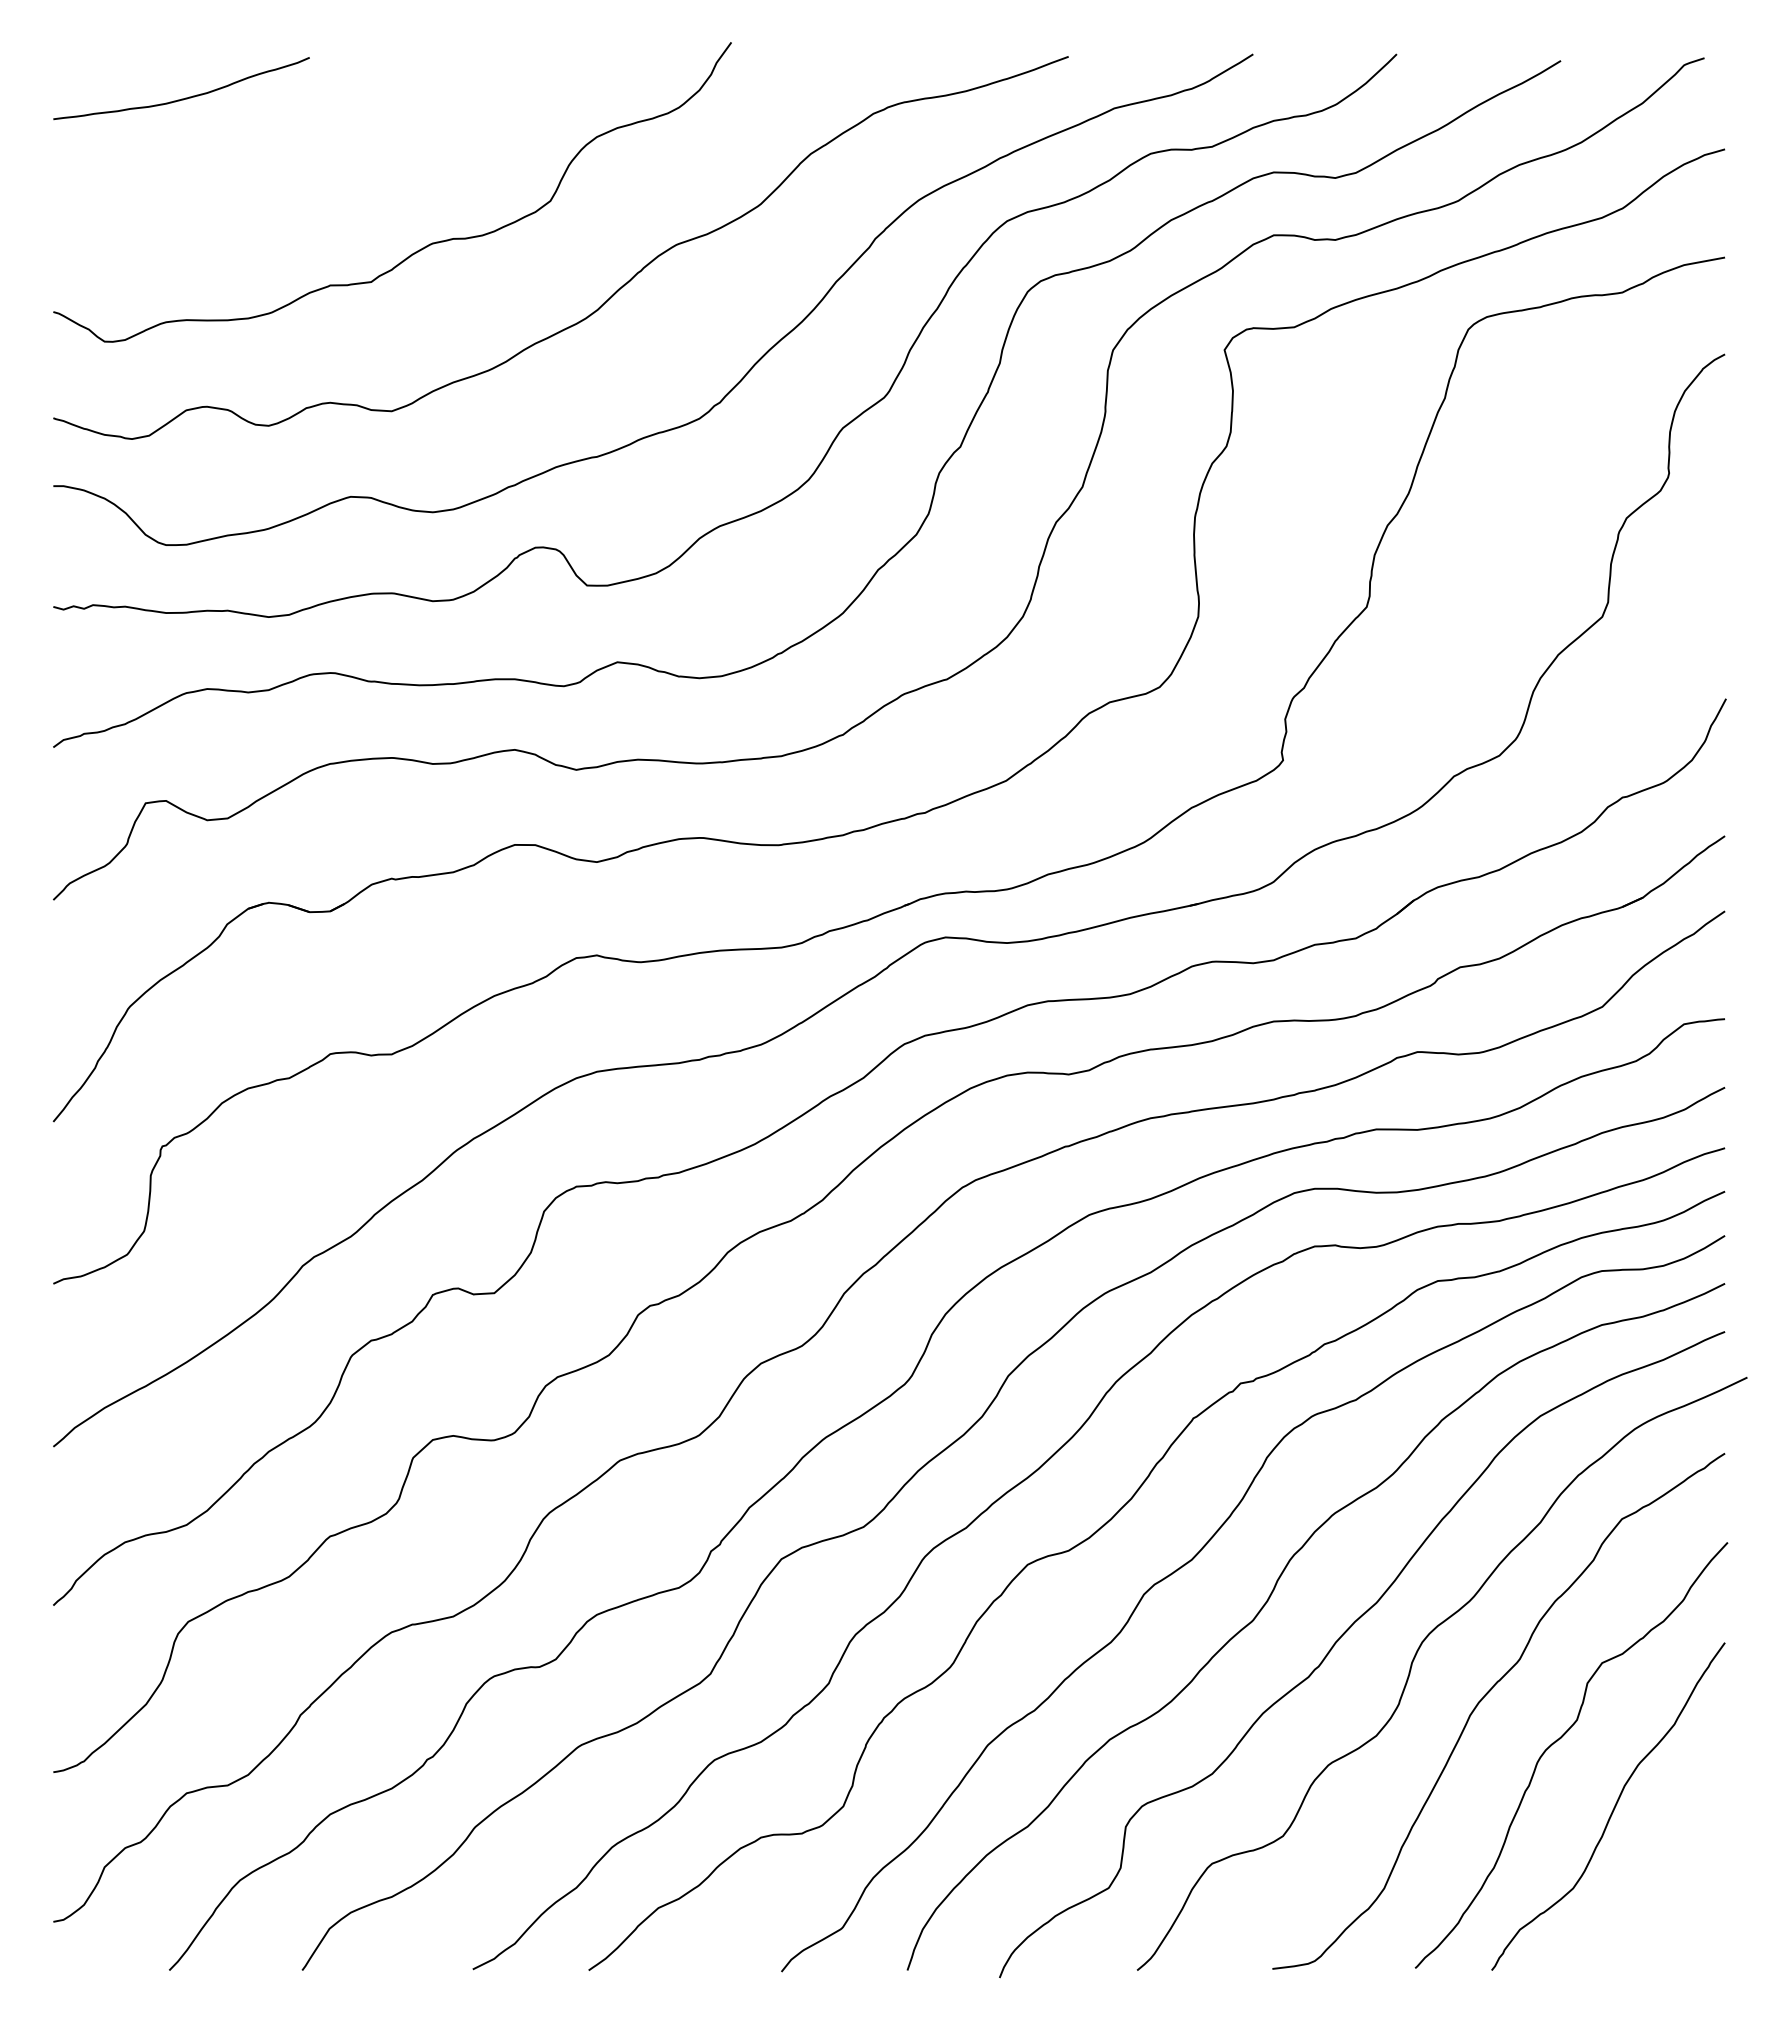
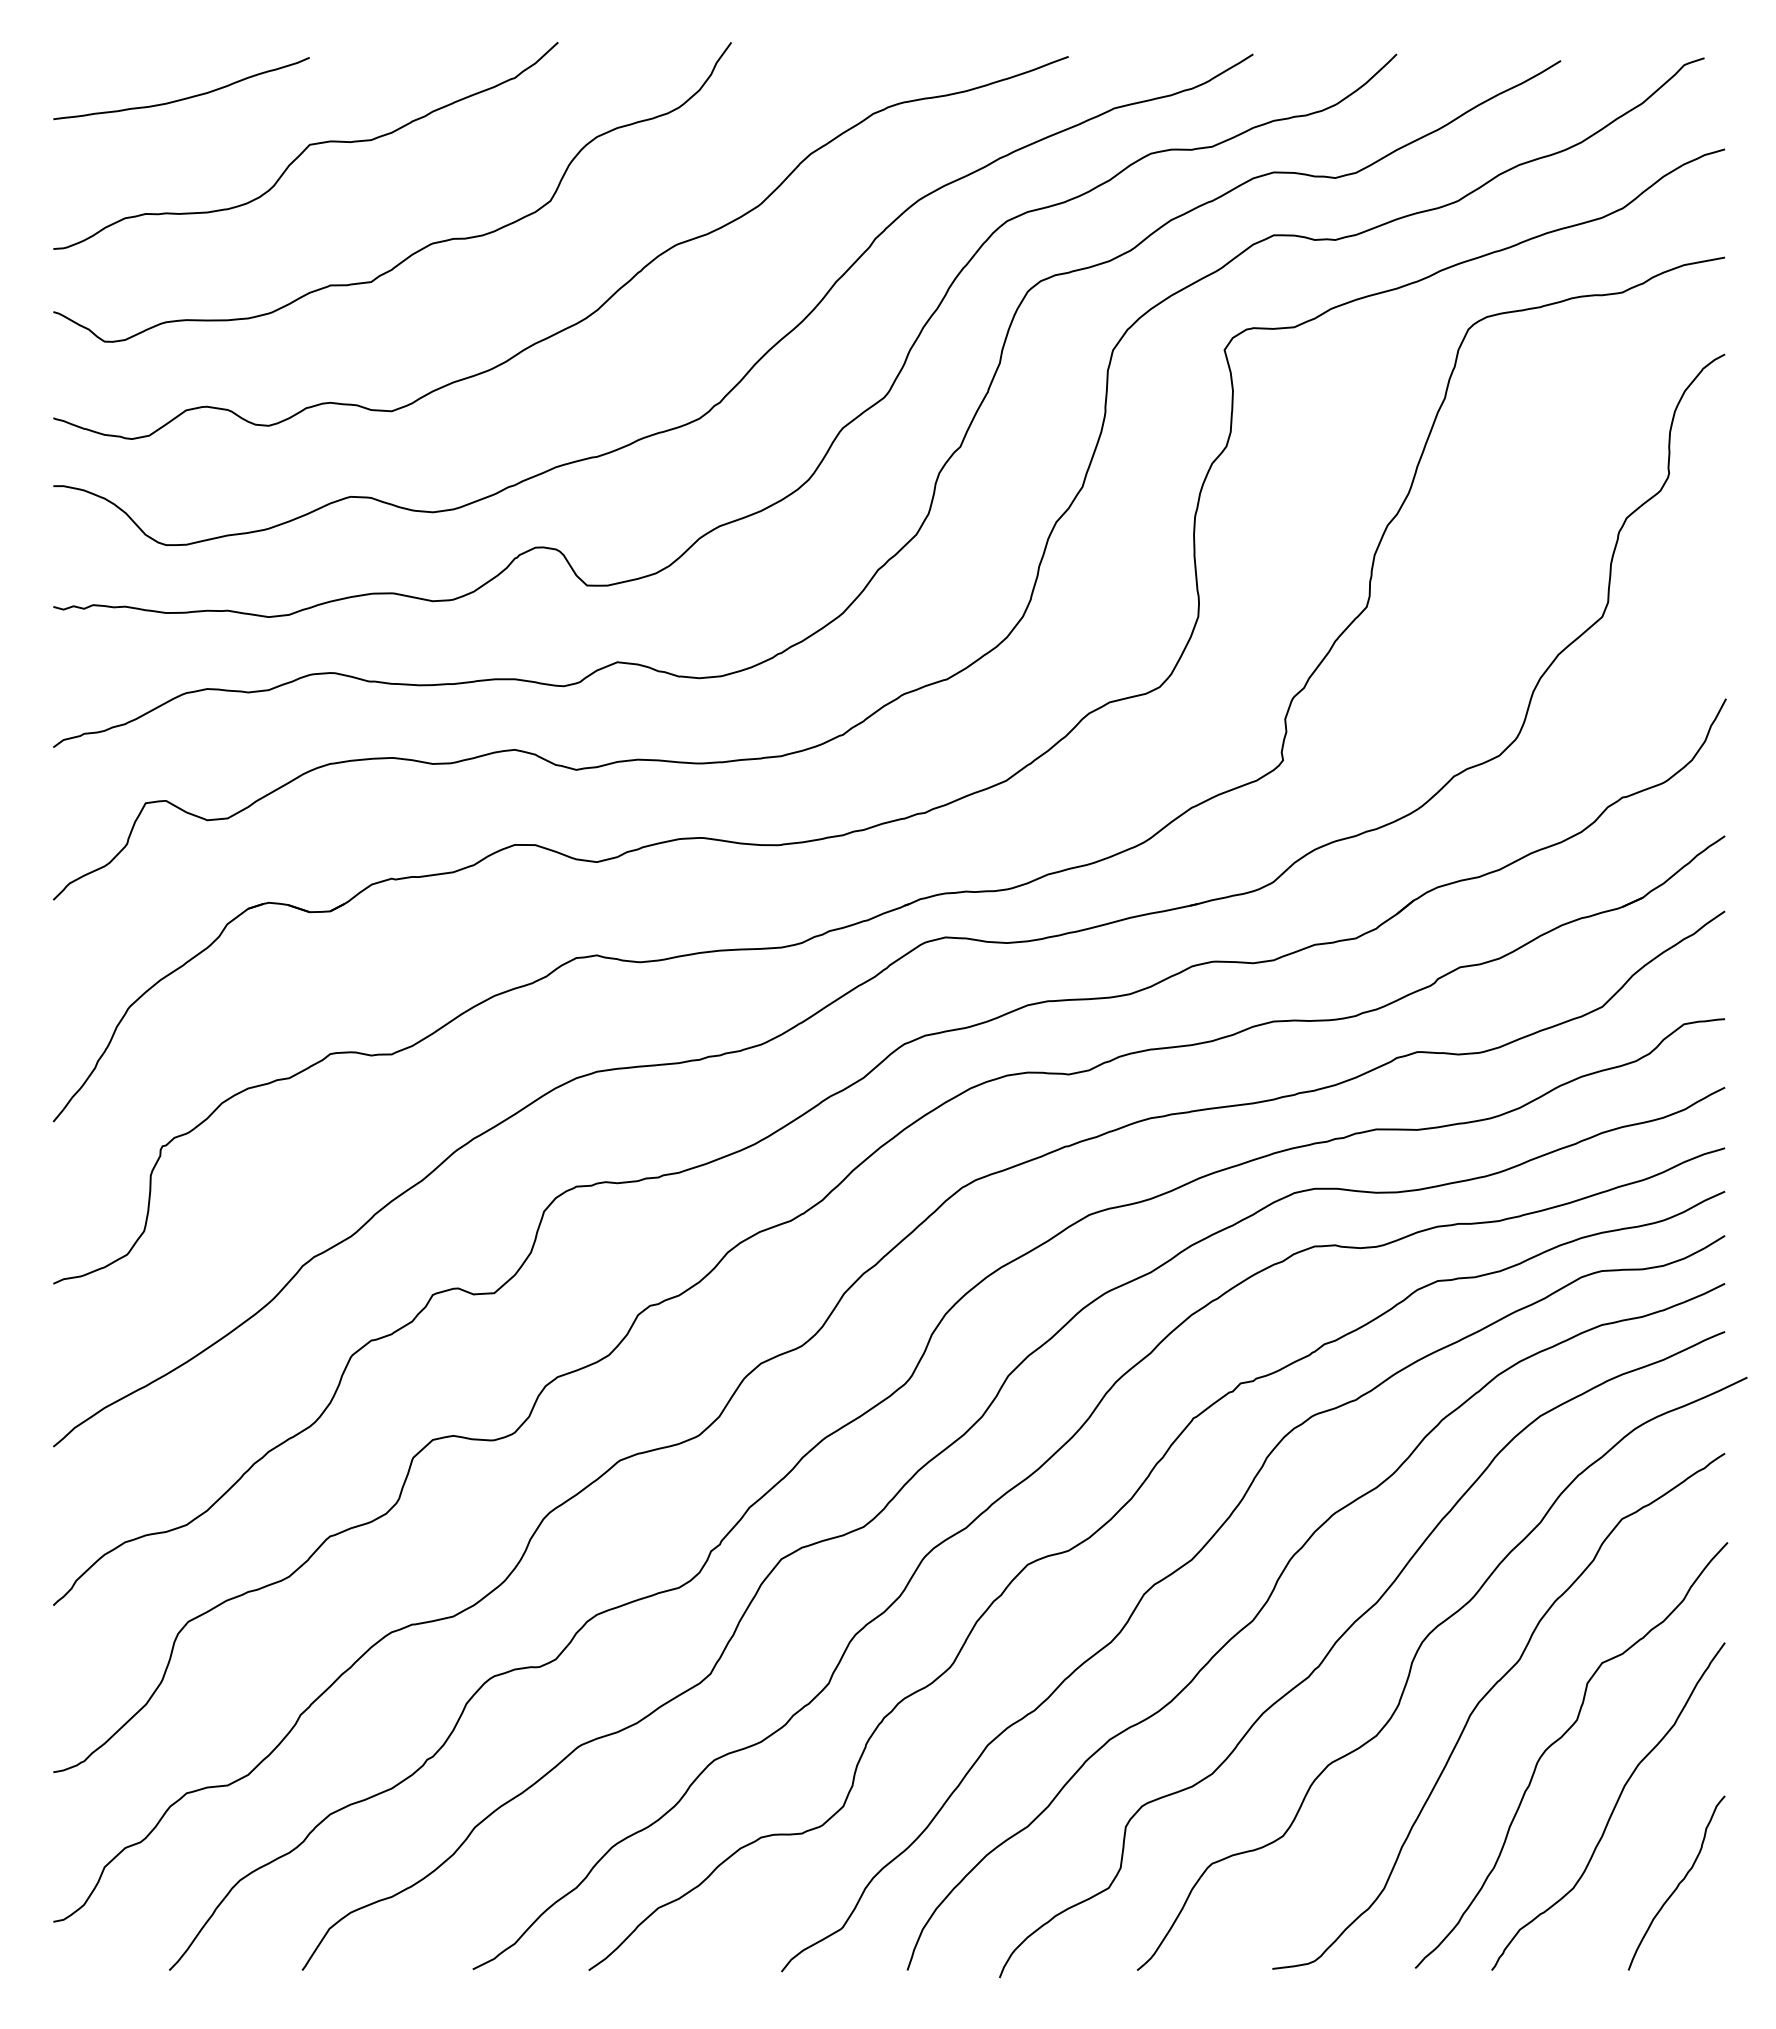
curve at (306, 146): none -> present
curve at (1678, 1883): none -> present
